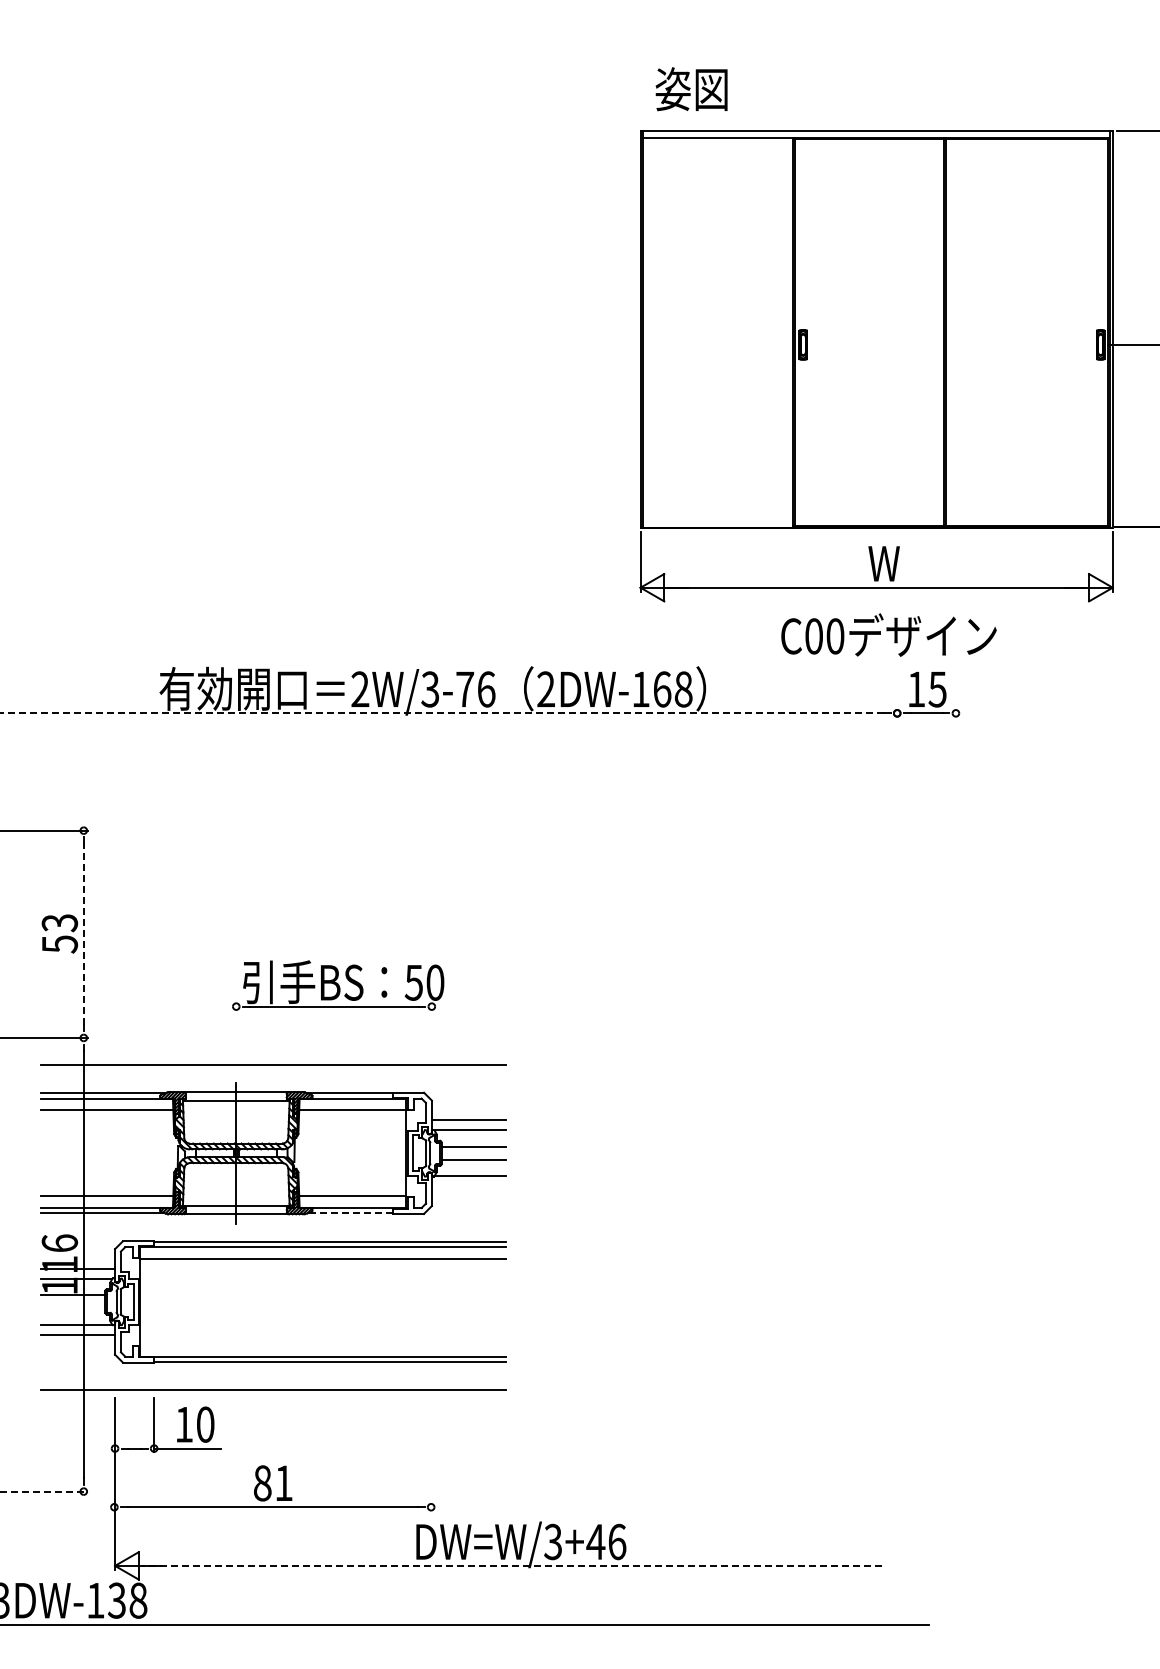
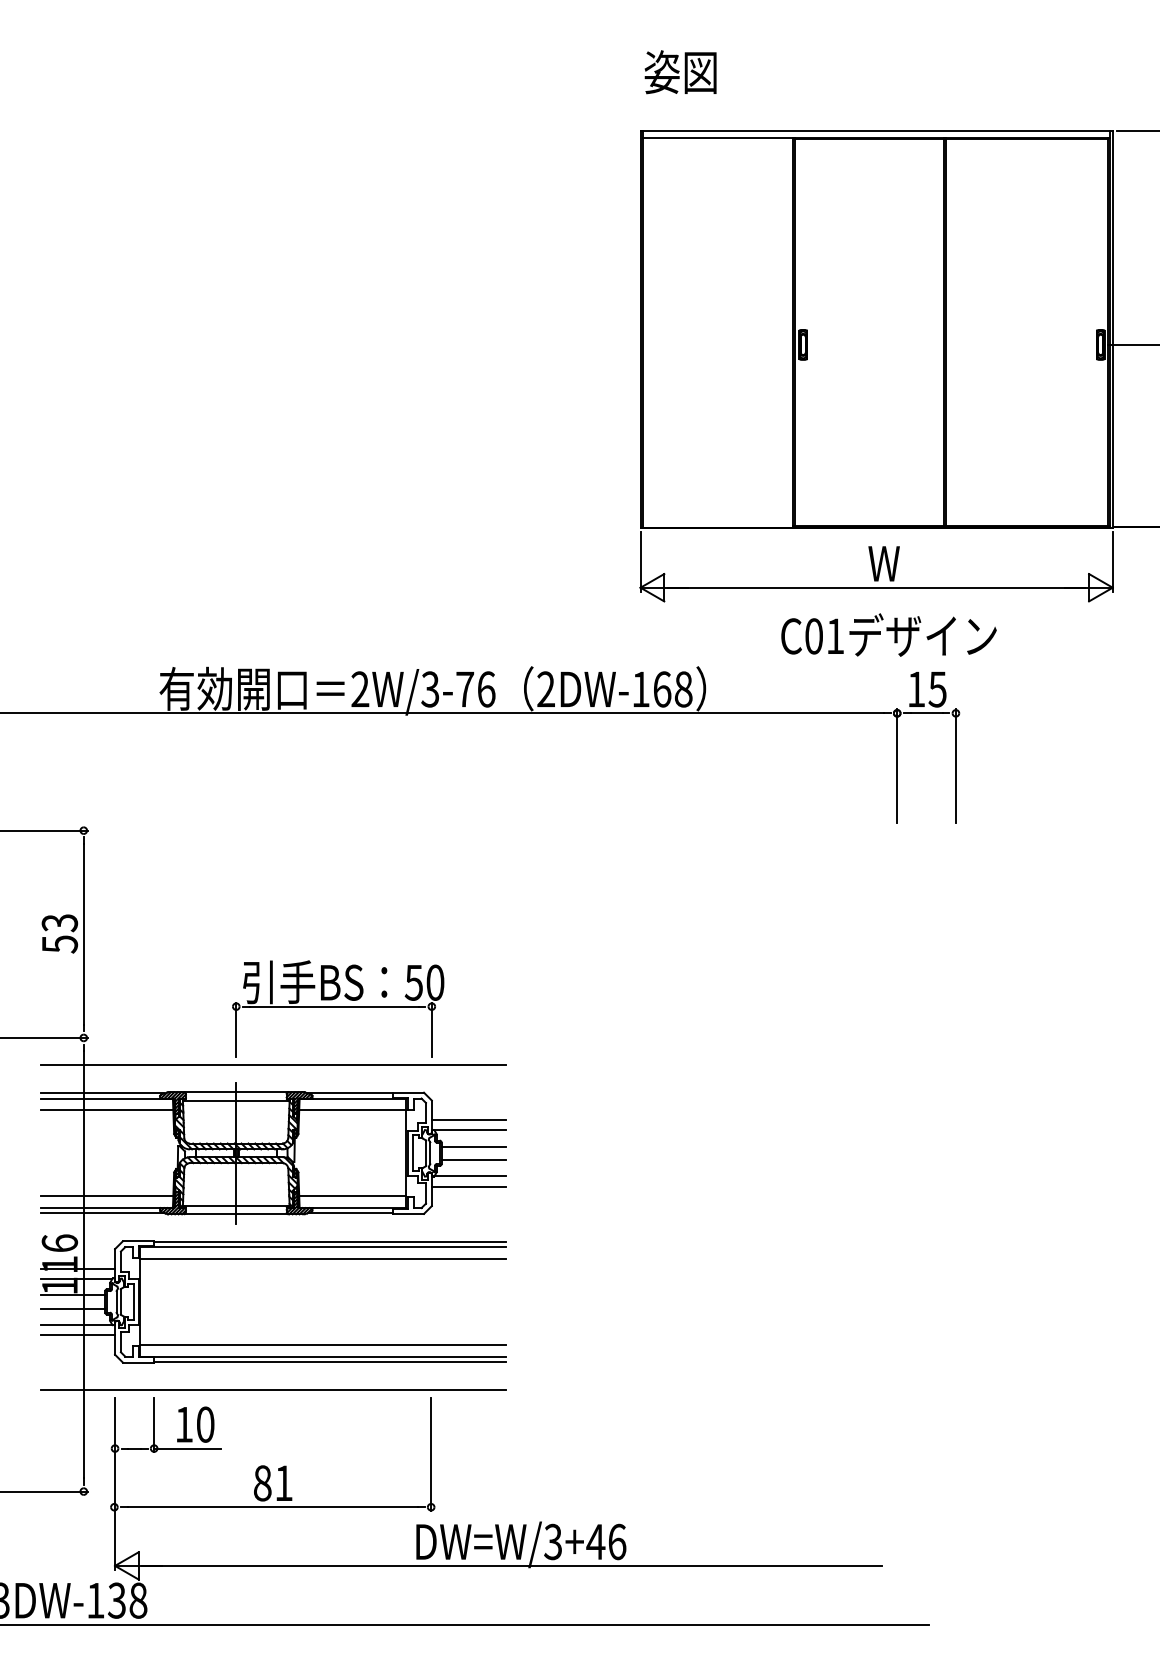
text at (691, 89) position: (691, 89) -> (680, 72)
text at (835, 636): C00 -> C01
line at (442, 713): dashed -> solid
line at (897, 765): none -> present
line at (955, 765): none -> present
line at (83, 933): dashed -> solid
line at (236, 1029): none -> present
line at (431, 1029): none -> present
line at (468, 1186): none -> present
line at (349, 1213): dashed -> solid
line at (72, 1308): none -> present
line at (323, 1344): none -> present
line at (431, 1454): none -> present
line at (43, 1491): dashed -> solid
line at (512, 1565): dashed -> solid
